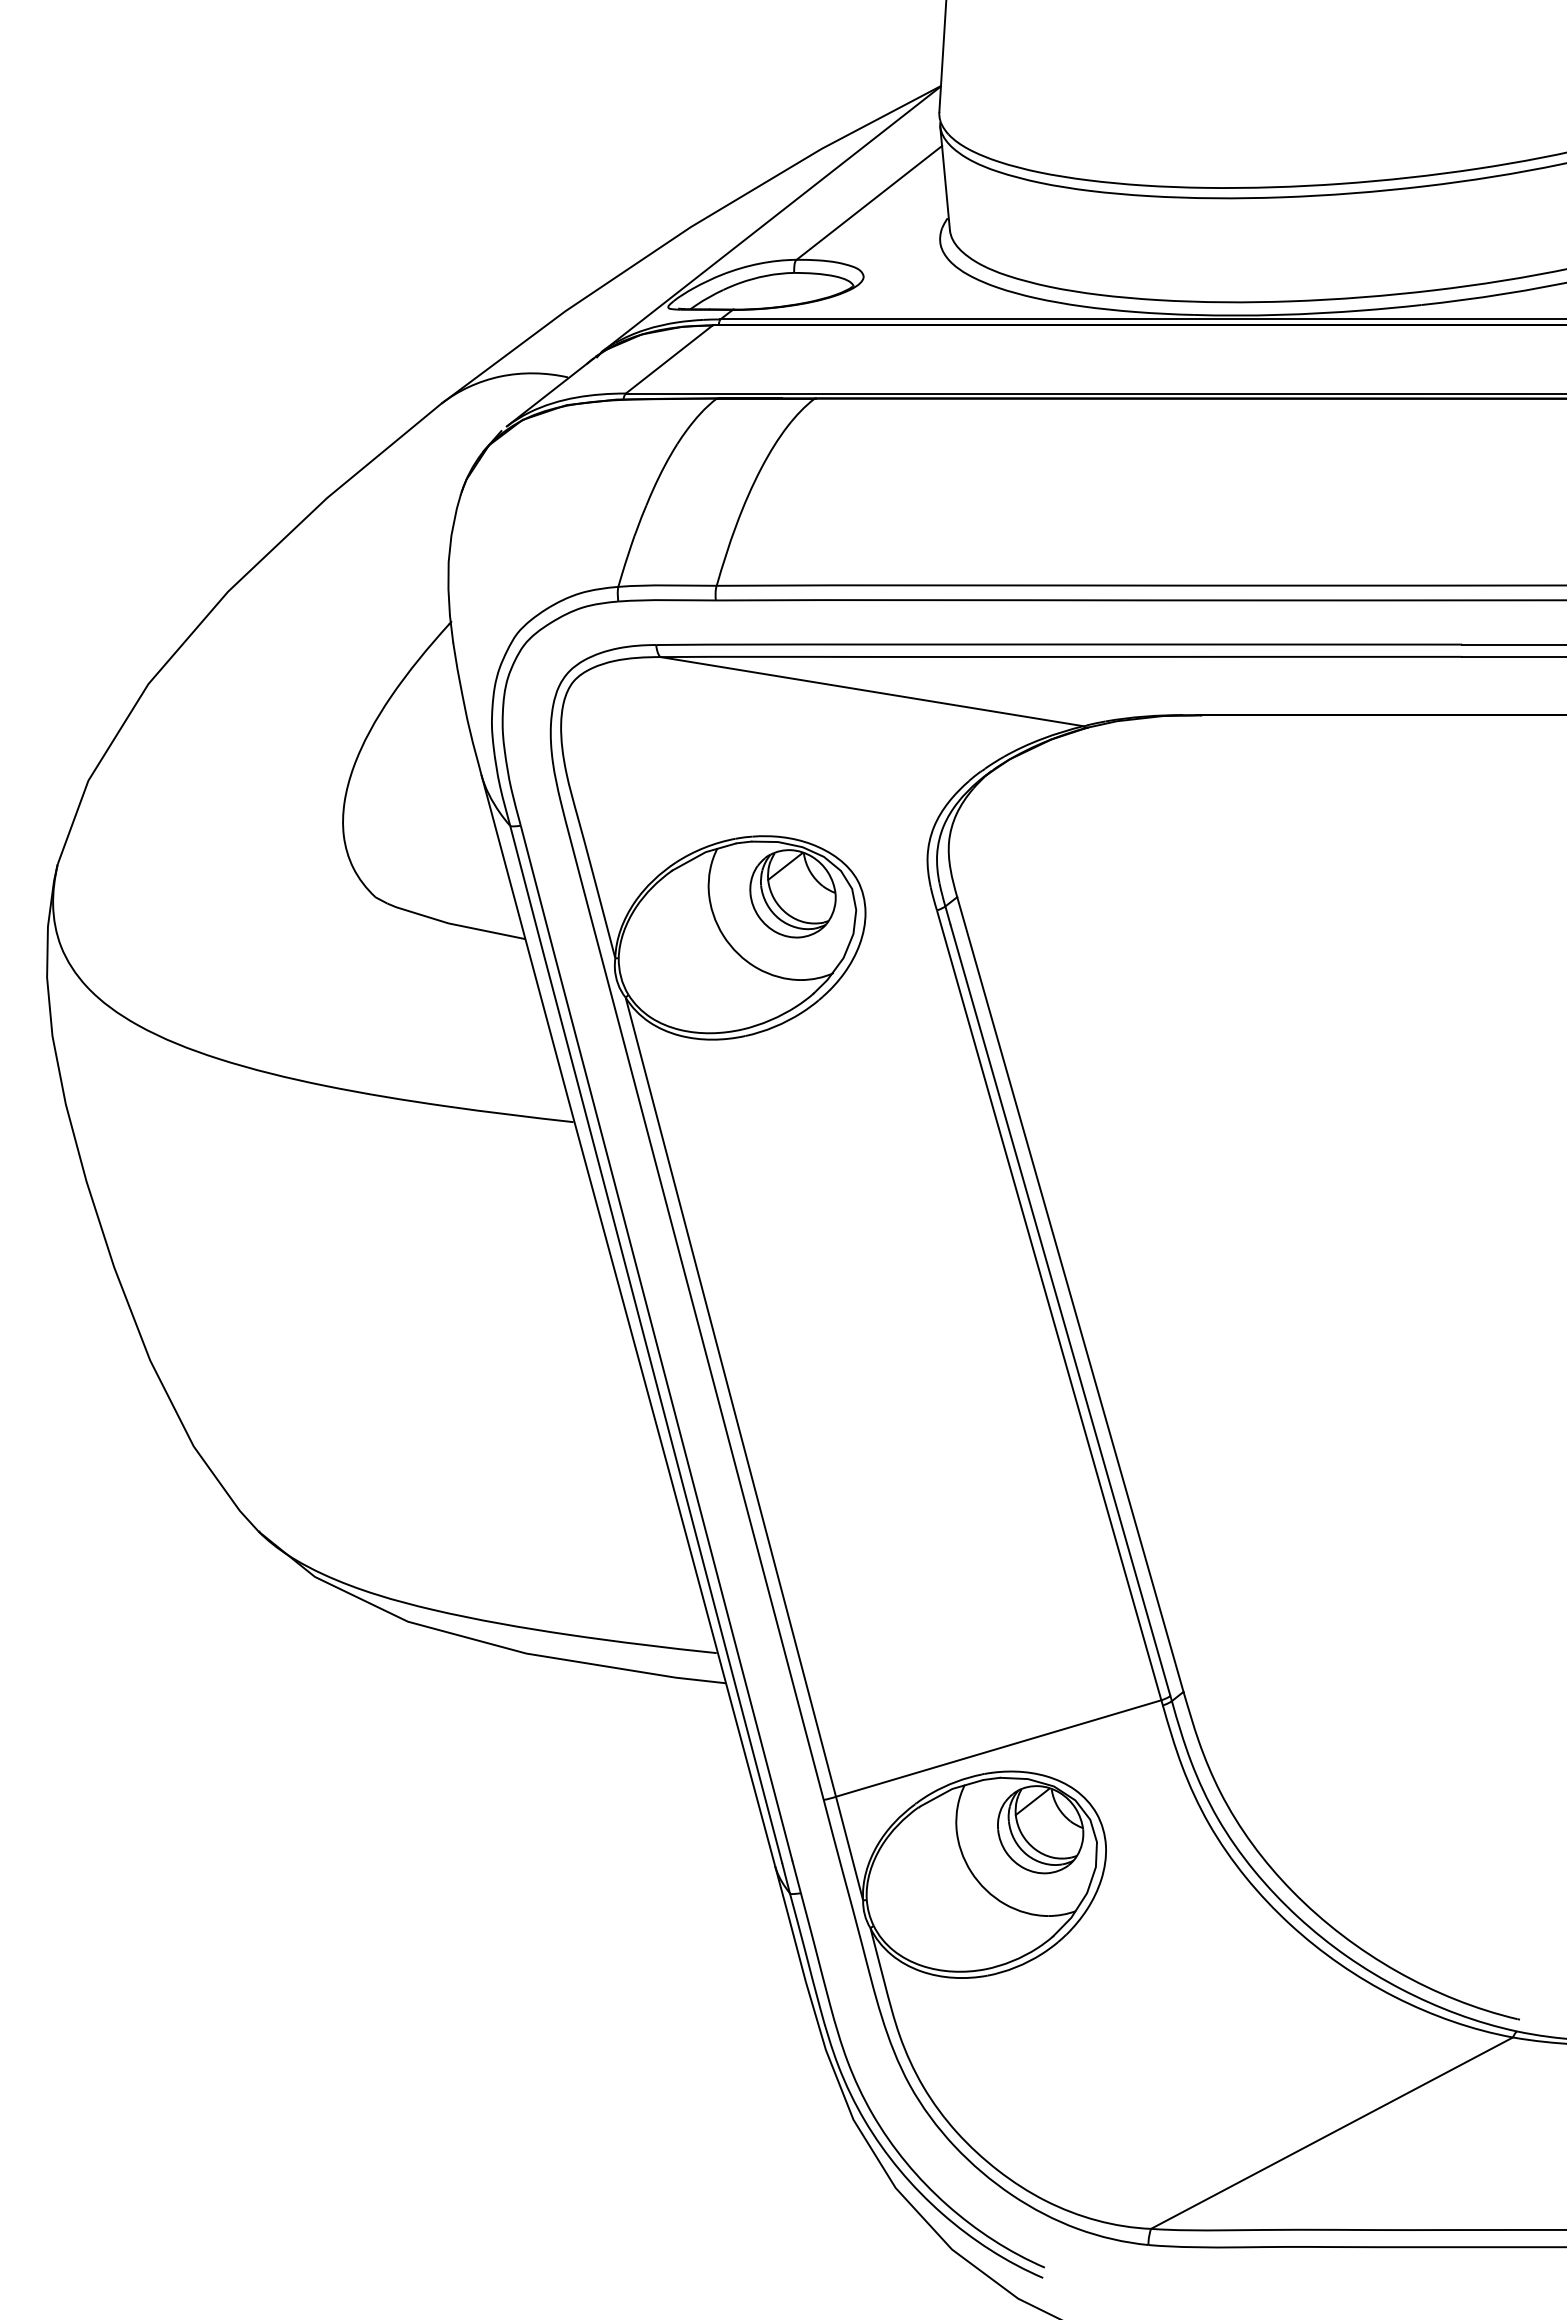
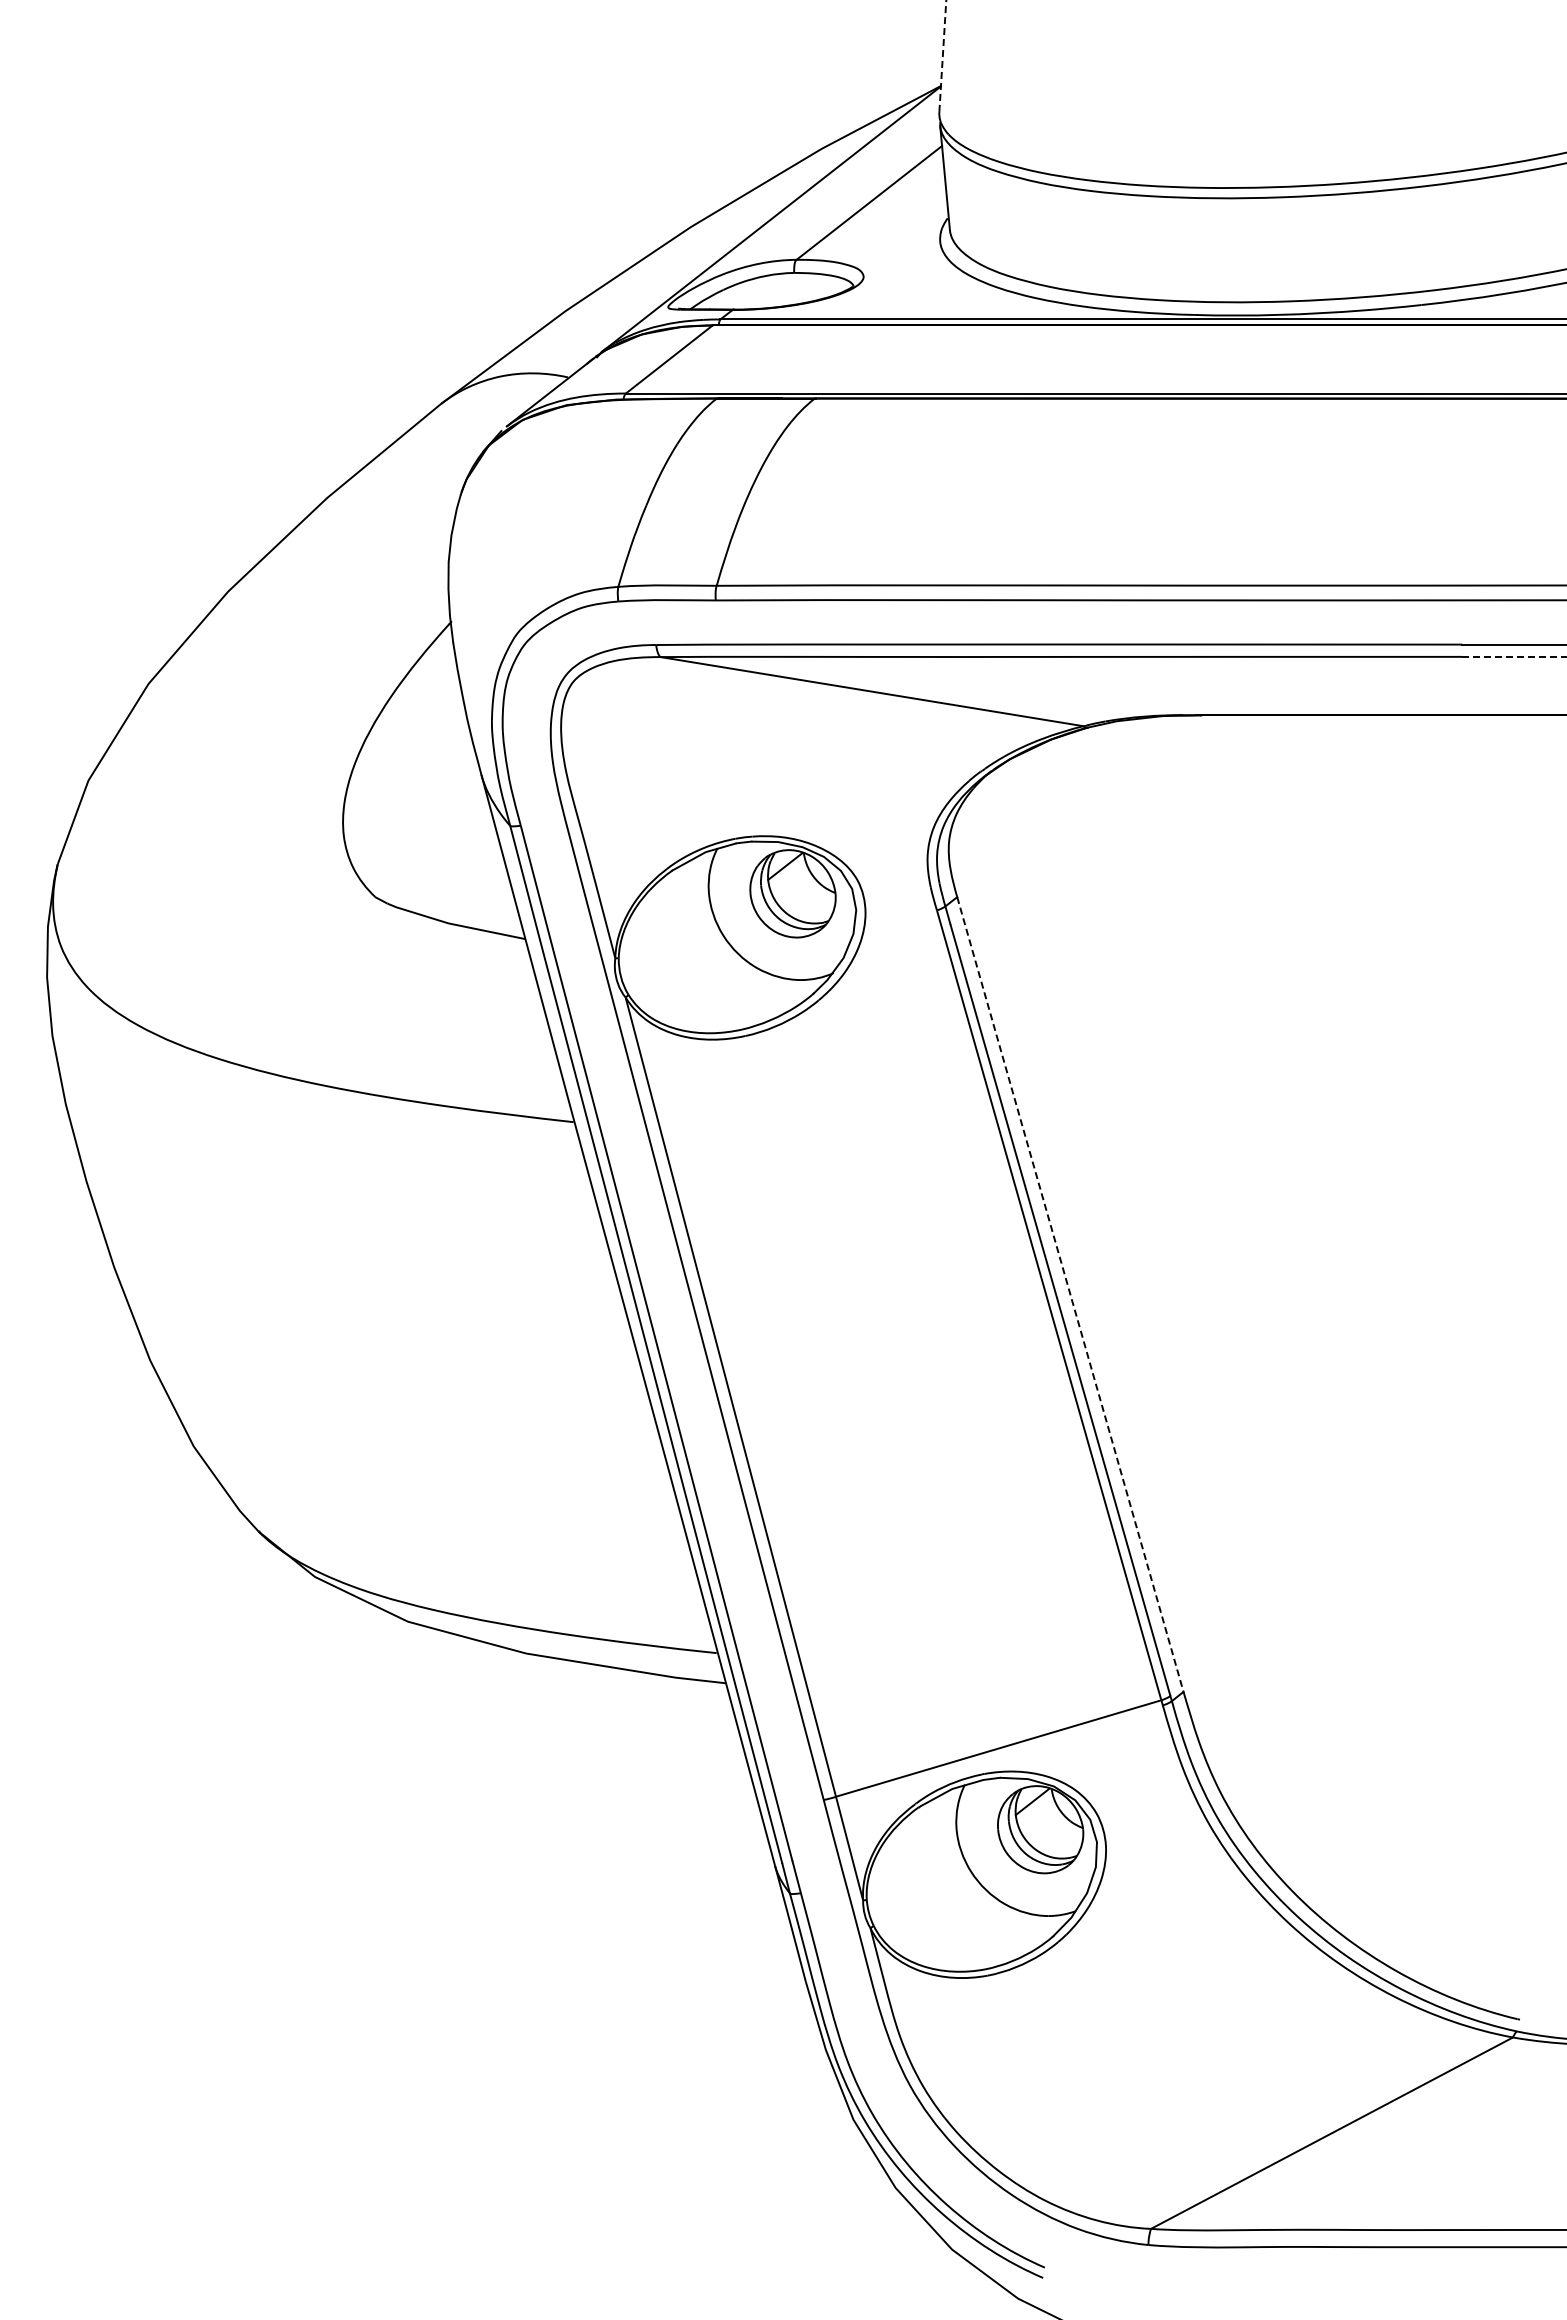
line at (942, 56): solid -> dashed
line at (1515, 656): solid -> dashed
line at (1070, 1295): solid -> dashed
